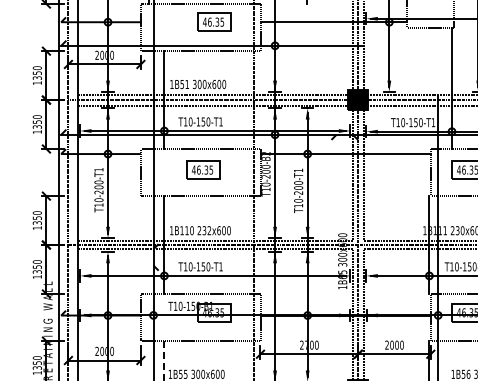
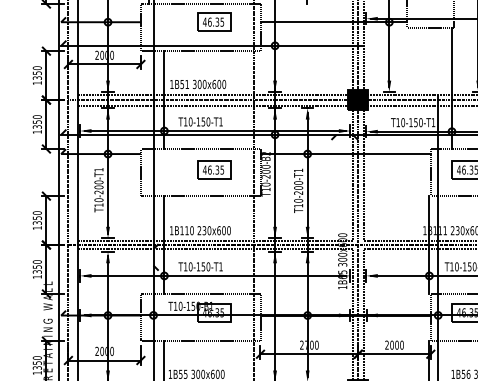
part at (203, 169) position: (203, 169) -> (214, 169)
text at (209, 230): 232x600 -> 230x600
line at (164, 361): dashed -> solid
